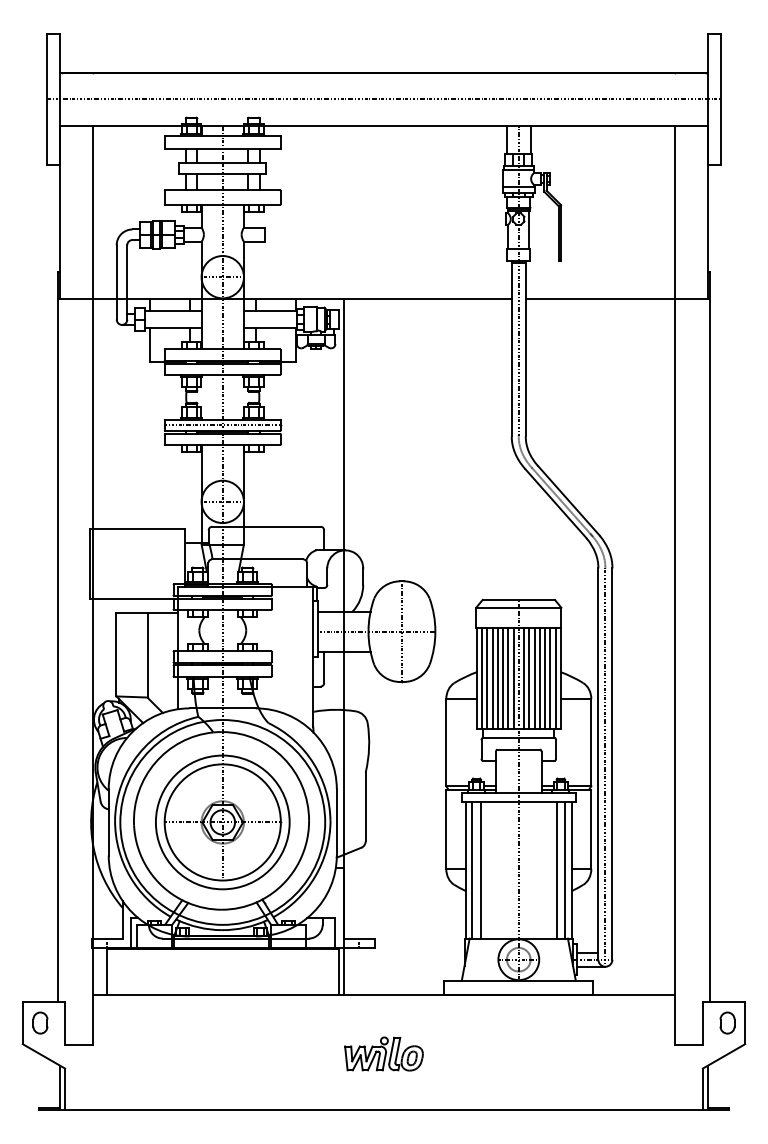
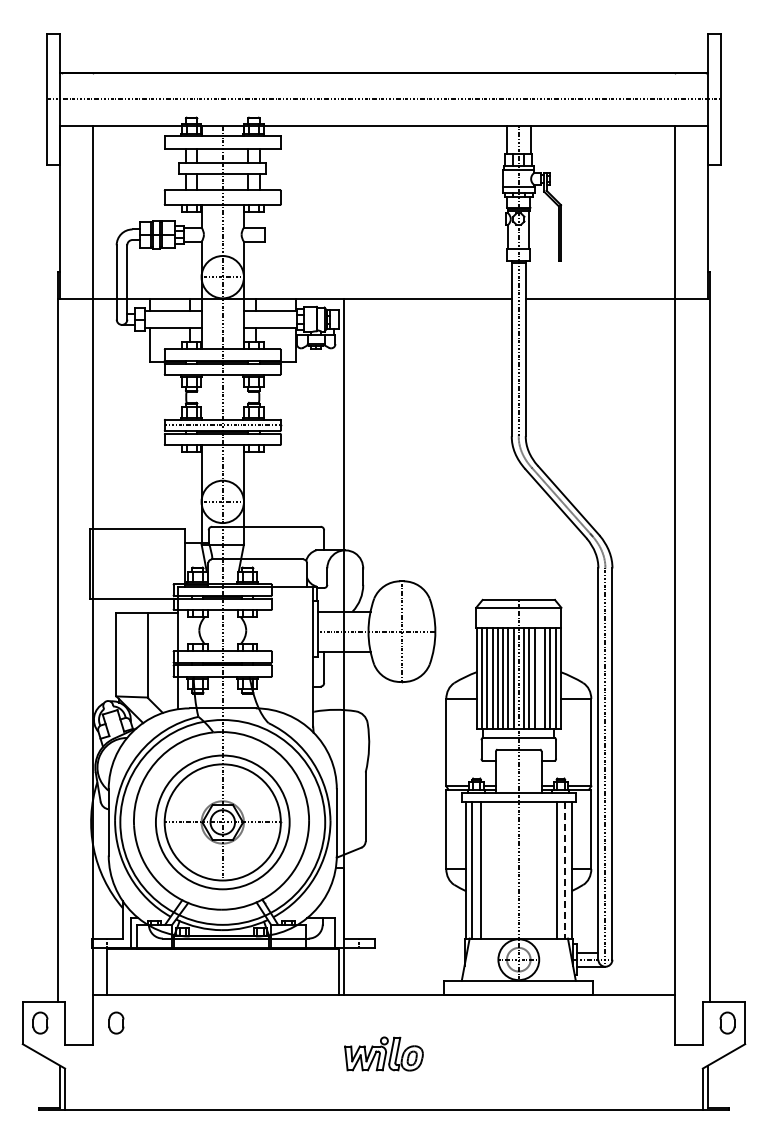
line at (539, 678): present -> none
line at (565, 870): solid -> dashed
part at (116, 1022): none -> present
